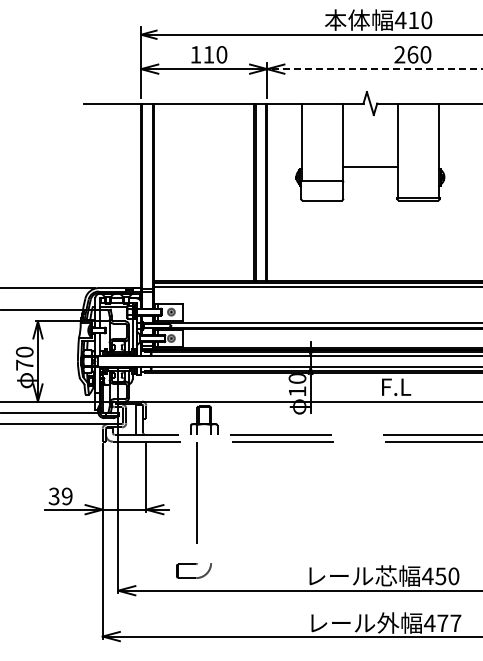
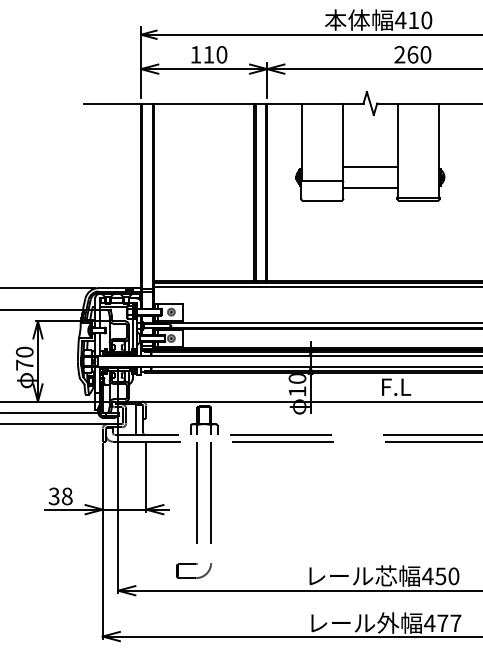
line at (374, 69): dashed -> solid
line at (370, 187): none -> present
line at (210, 492): none -> present
text at (66, 496): 39 -> 38
